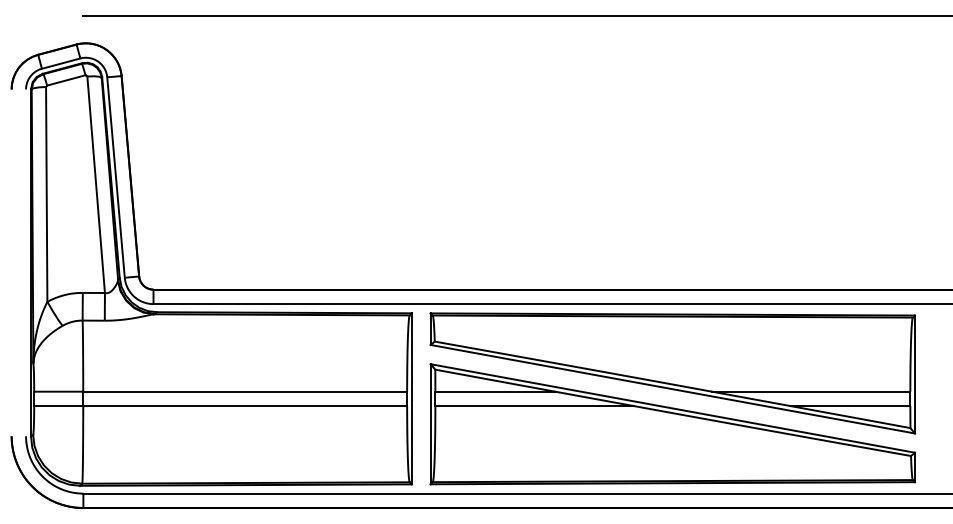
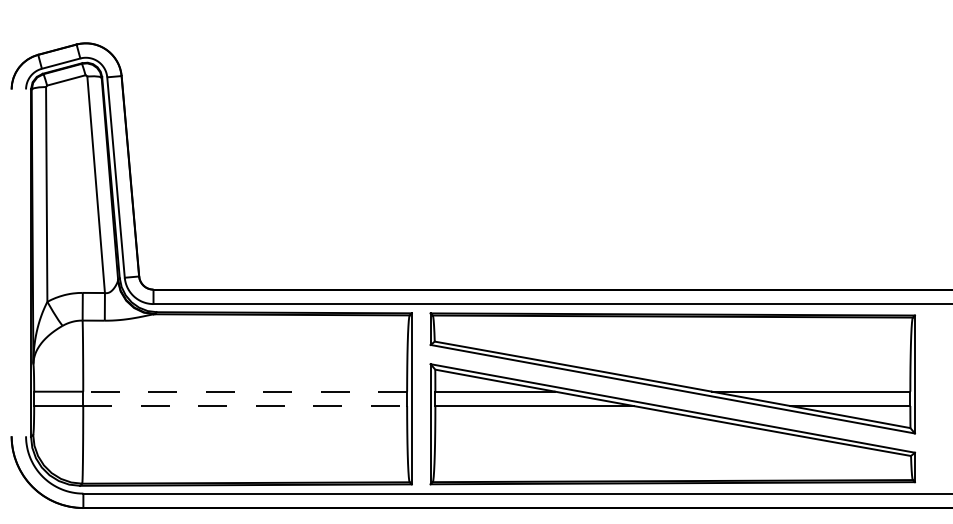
line at (516, 15): present -> none
line at (245, 391): solid -> dashed
line at (245, 406): solid -> dashed
